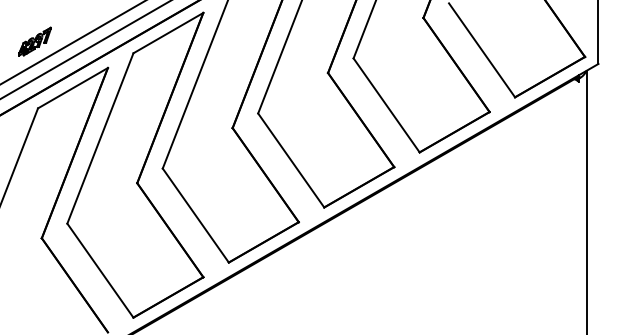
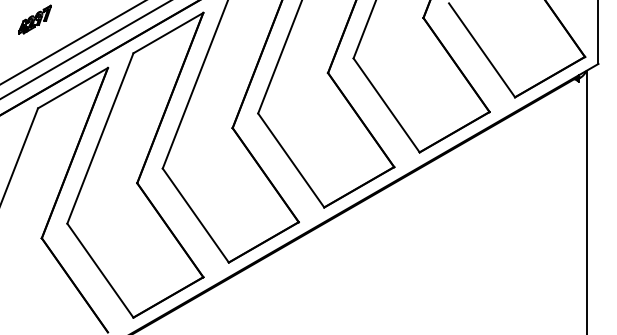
part at (34, 41) position: (34, 41) -> (34, 19)
